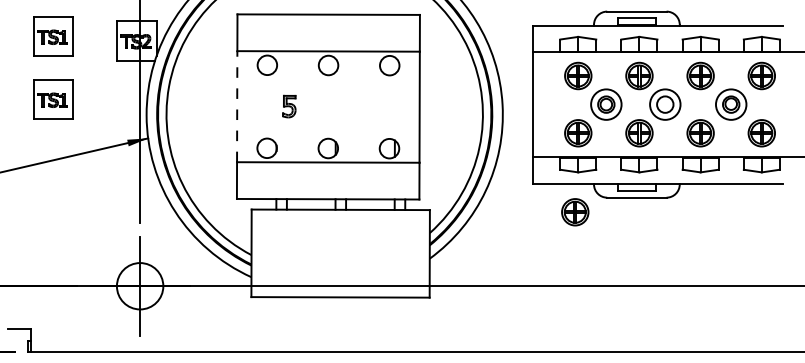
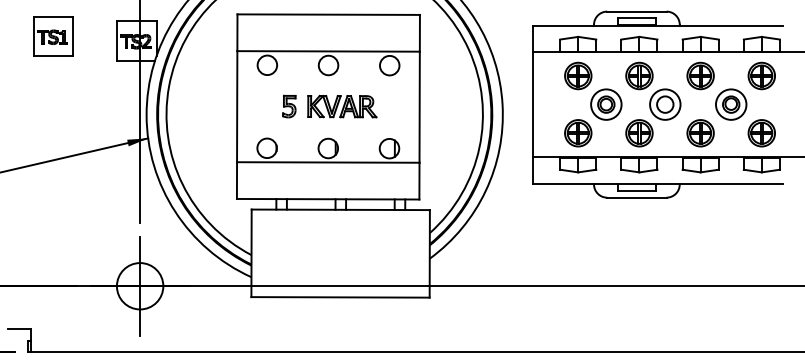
part at (53, 99): present -> none
line at (237, 106): dashed -> solid
part at (342, 106): none -> present
part at (575, 212): present -> none
